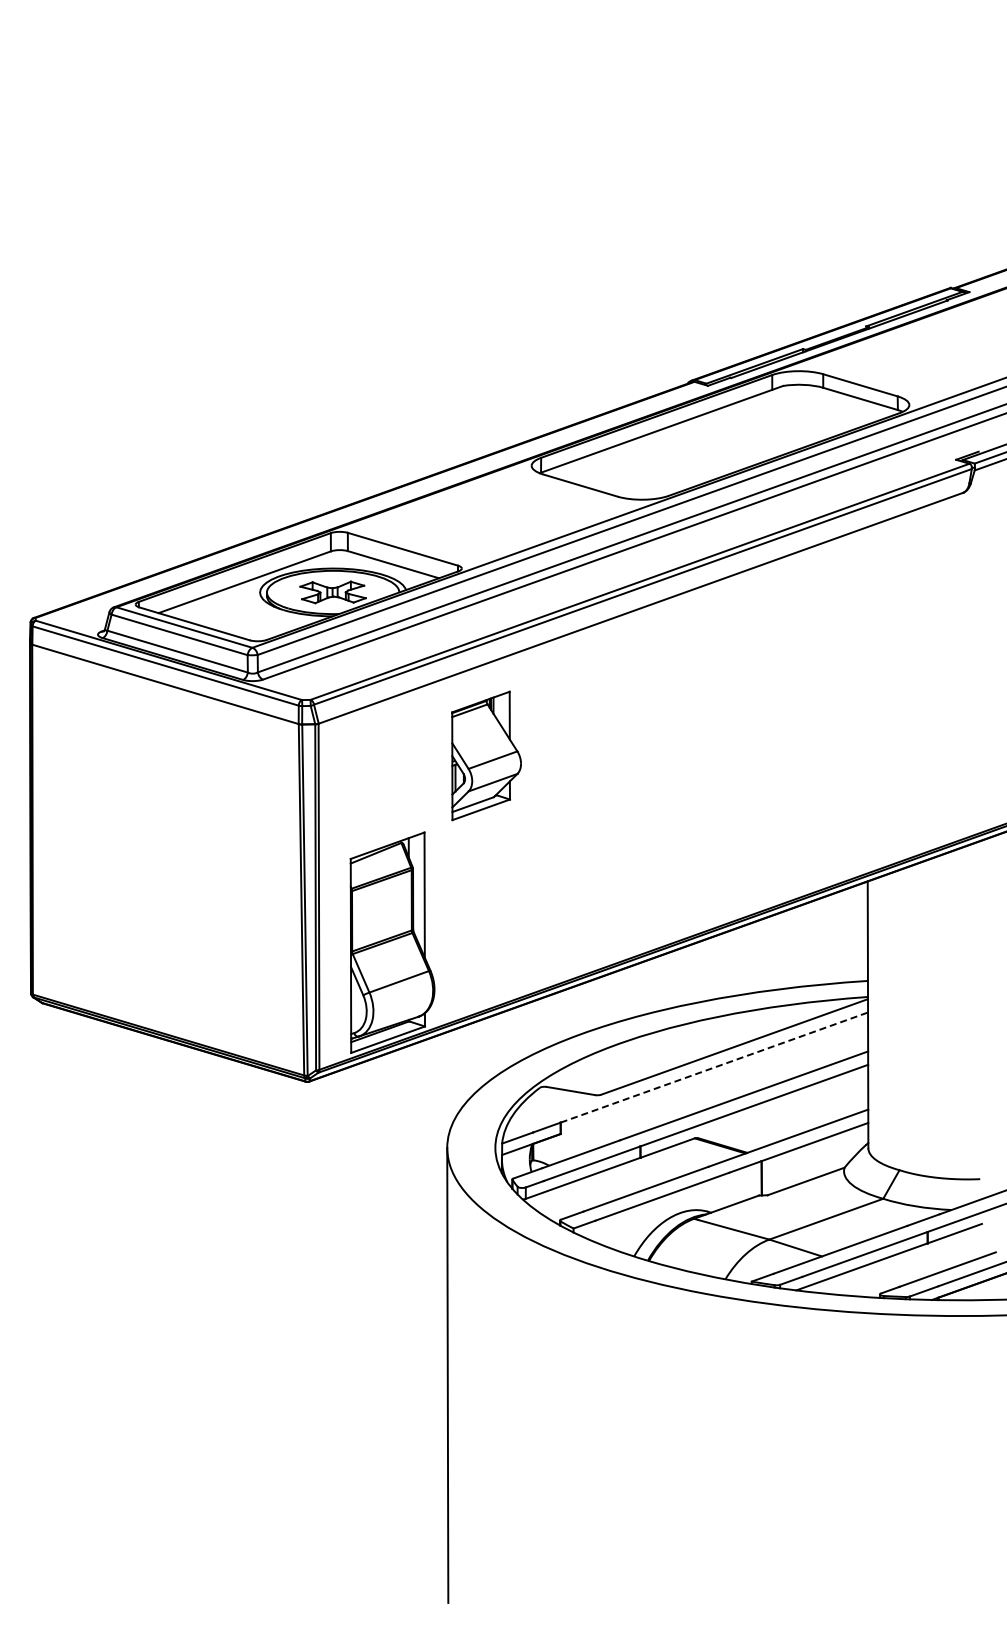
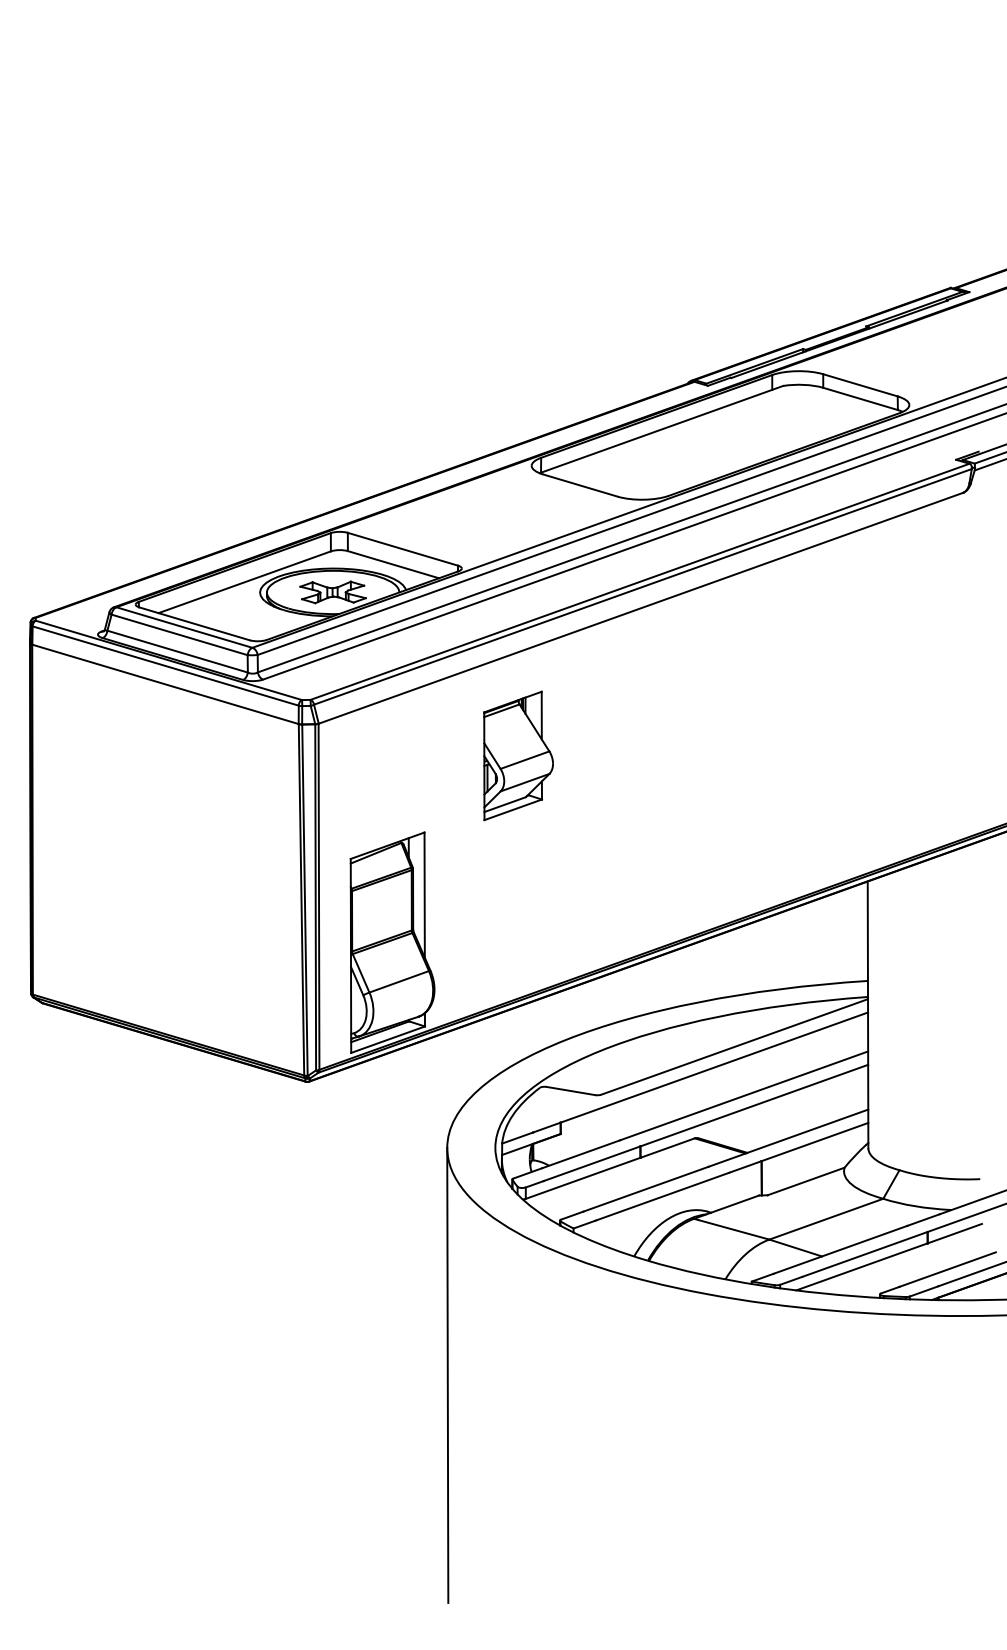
part at (486, 755) position: (486, 755) -> (518, 755)
line at (714, 1067): dashed -> solid
